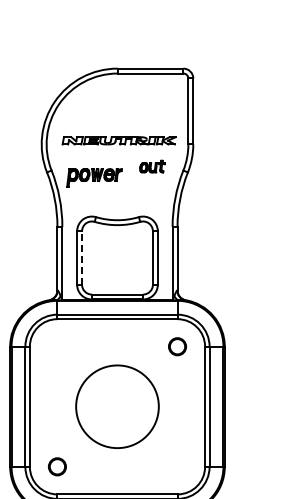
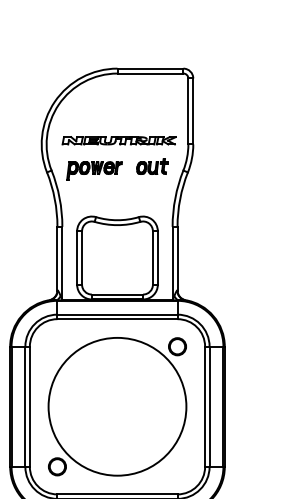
part at (152, 166) size: 27x15 px -> 33x17 px
part at (94, 177) position: (94, 177) -> (94, 170)
line at (82, 258): dashed -> solid
circle at (117, 406) diameter: 83 px -> 138 px
